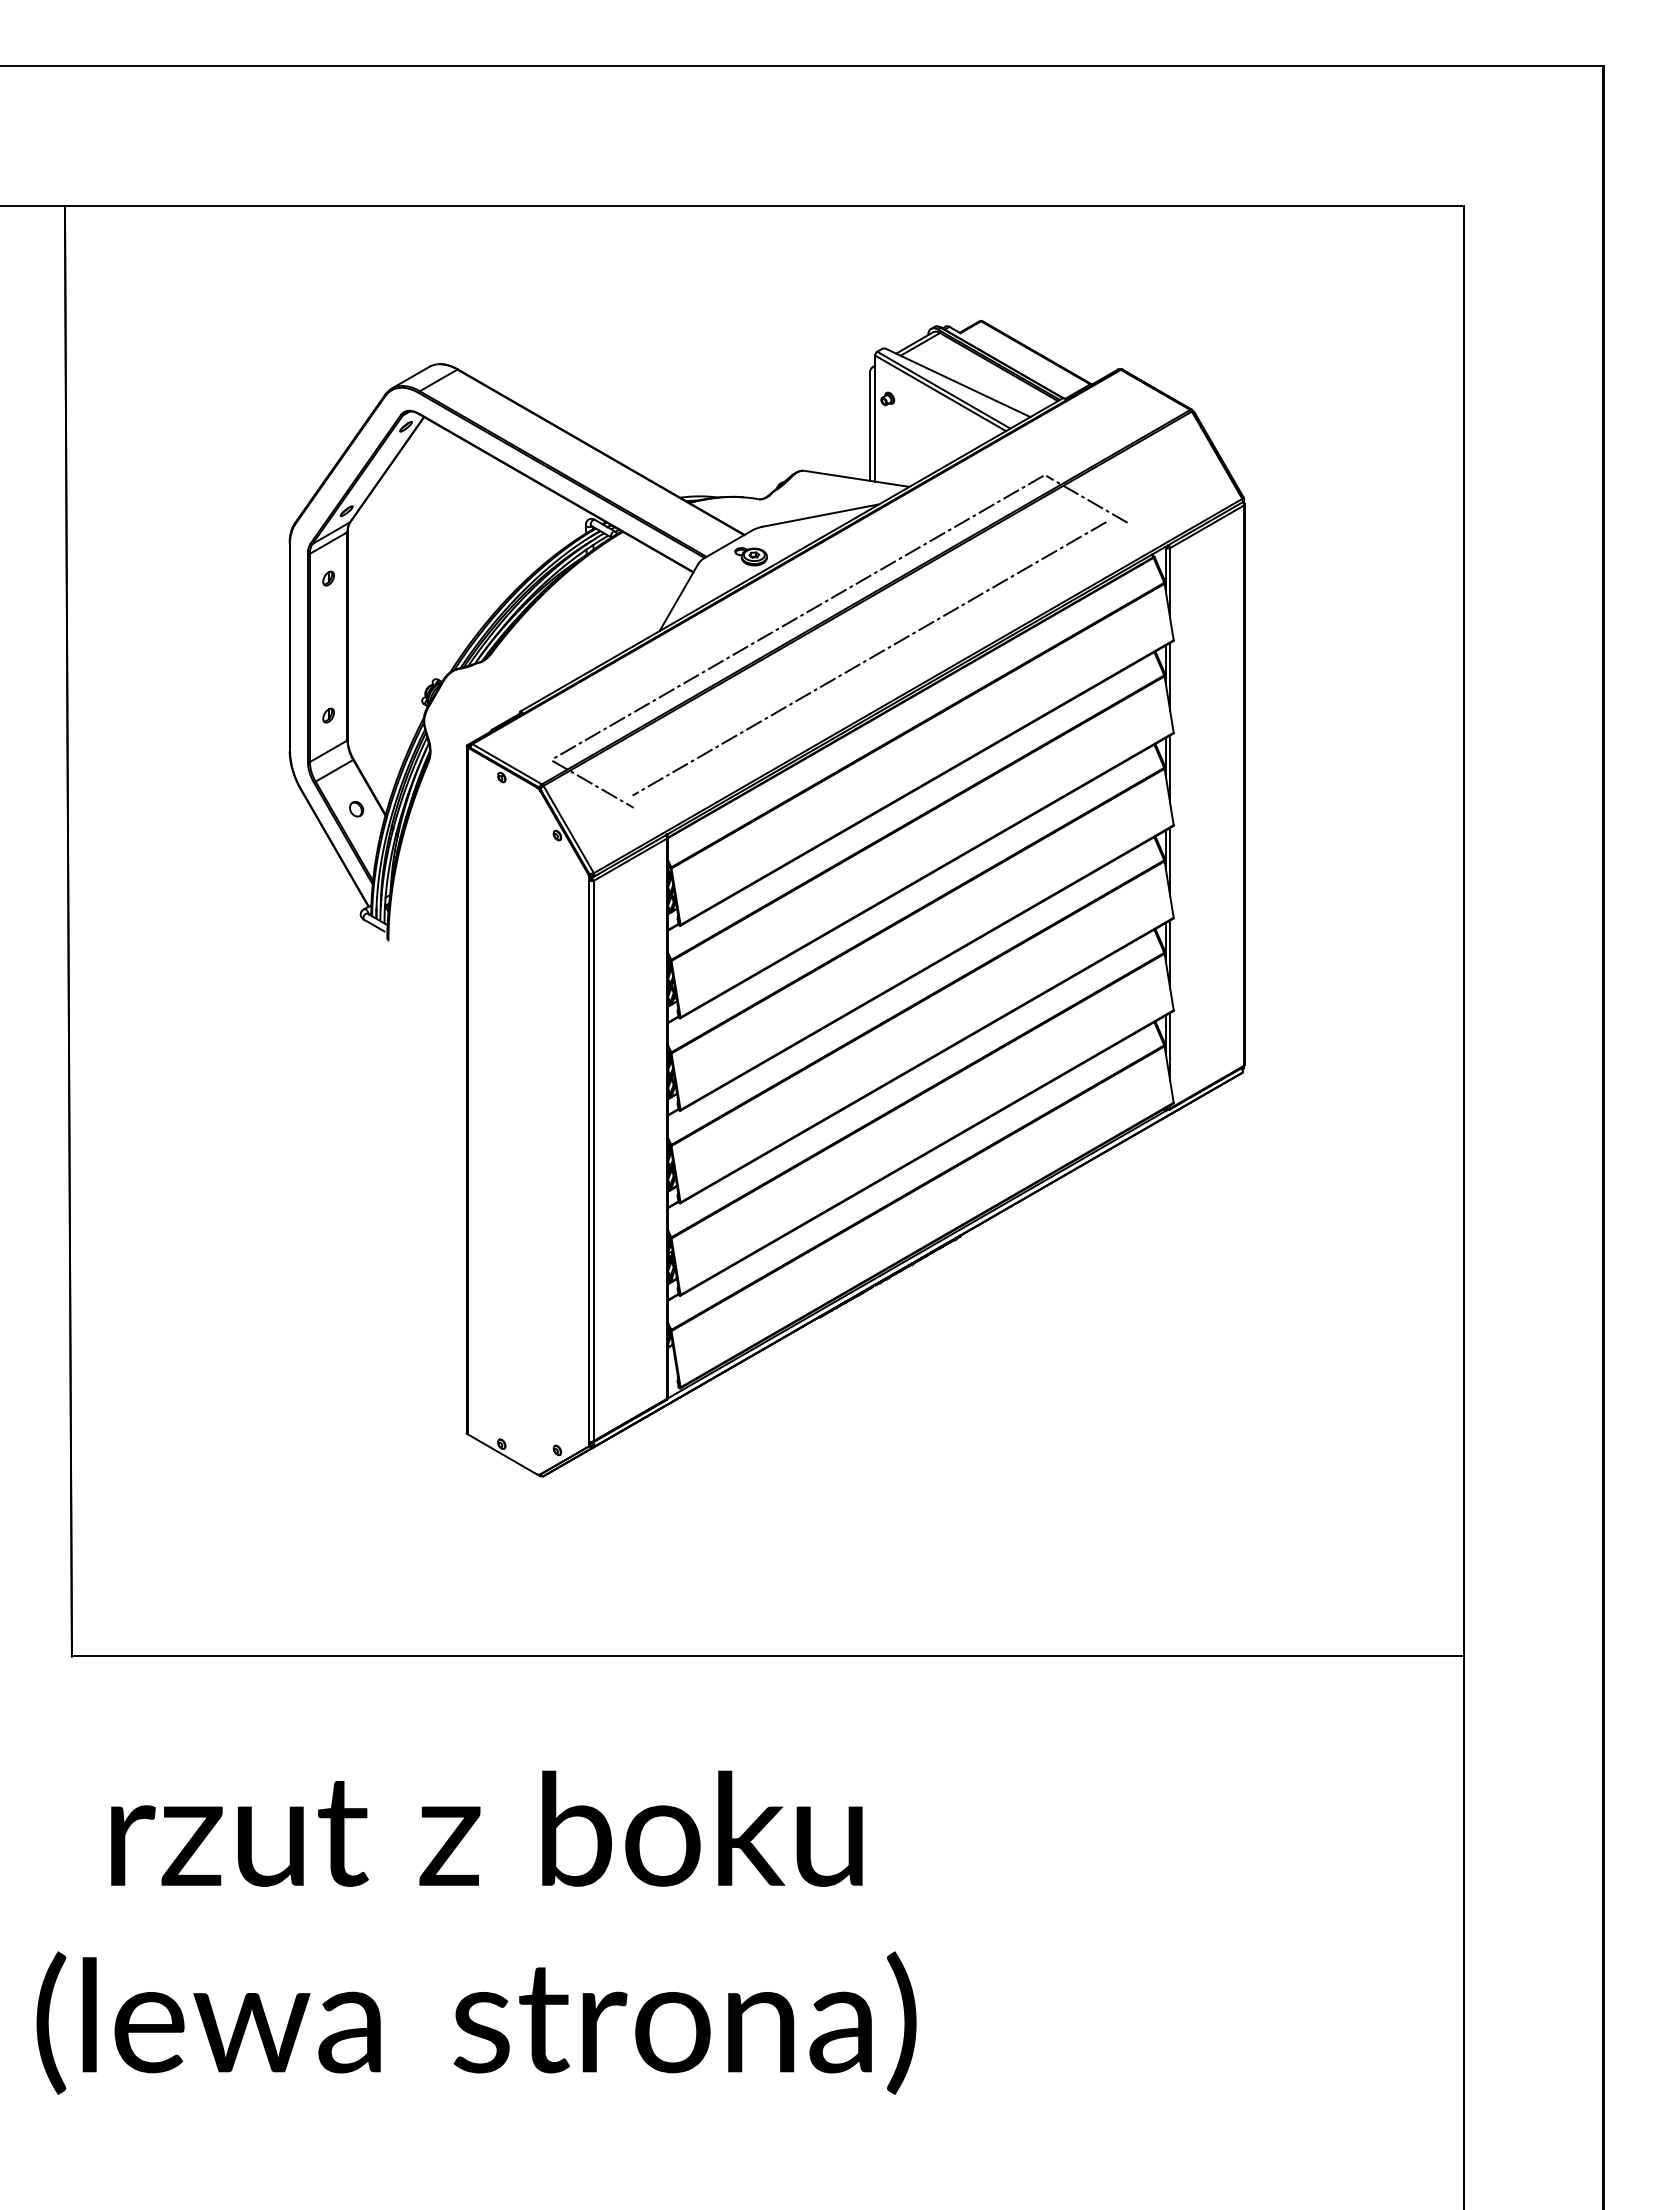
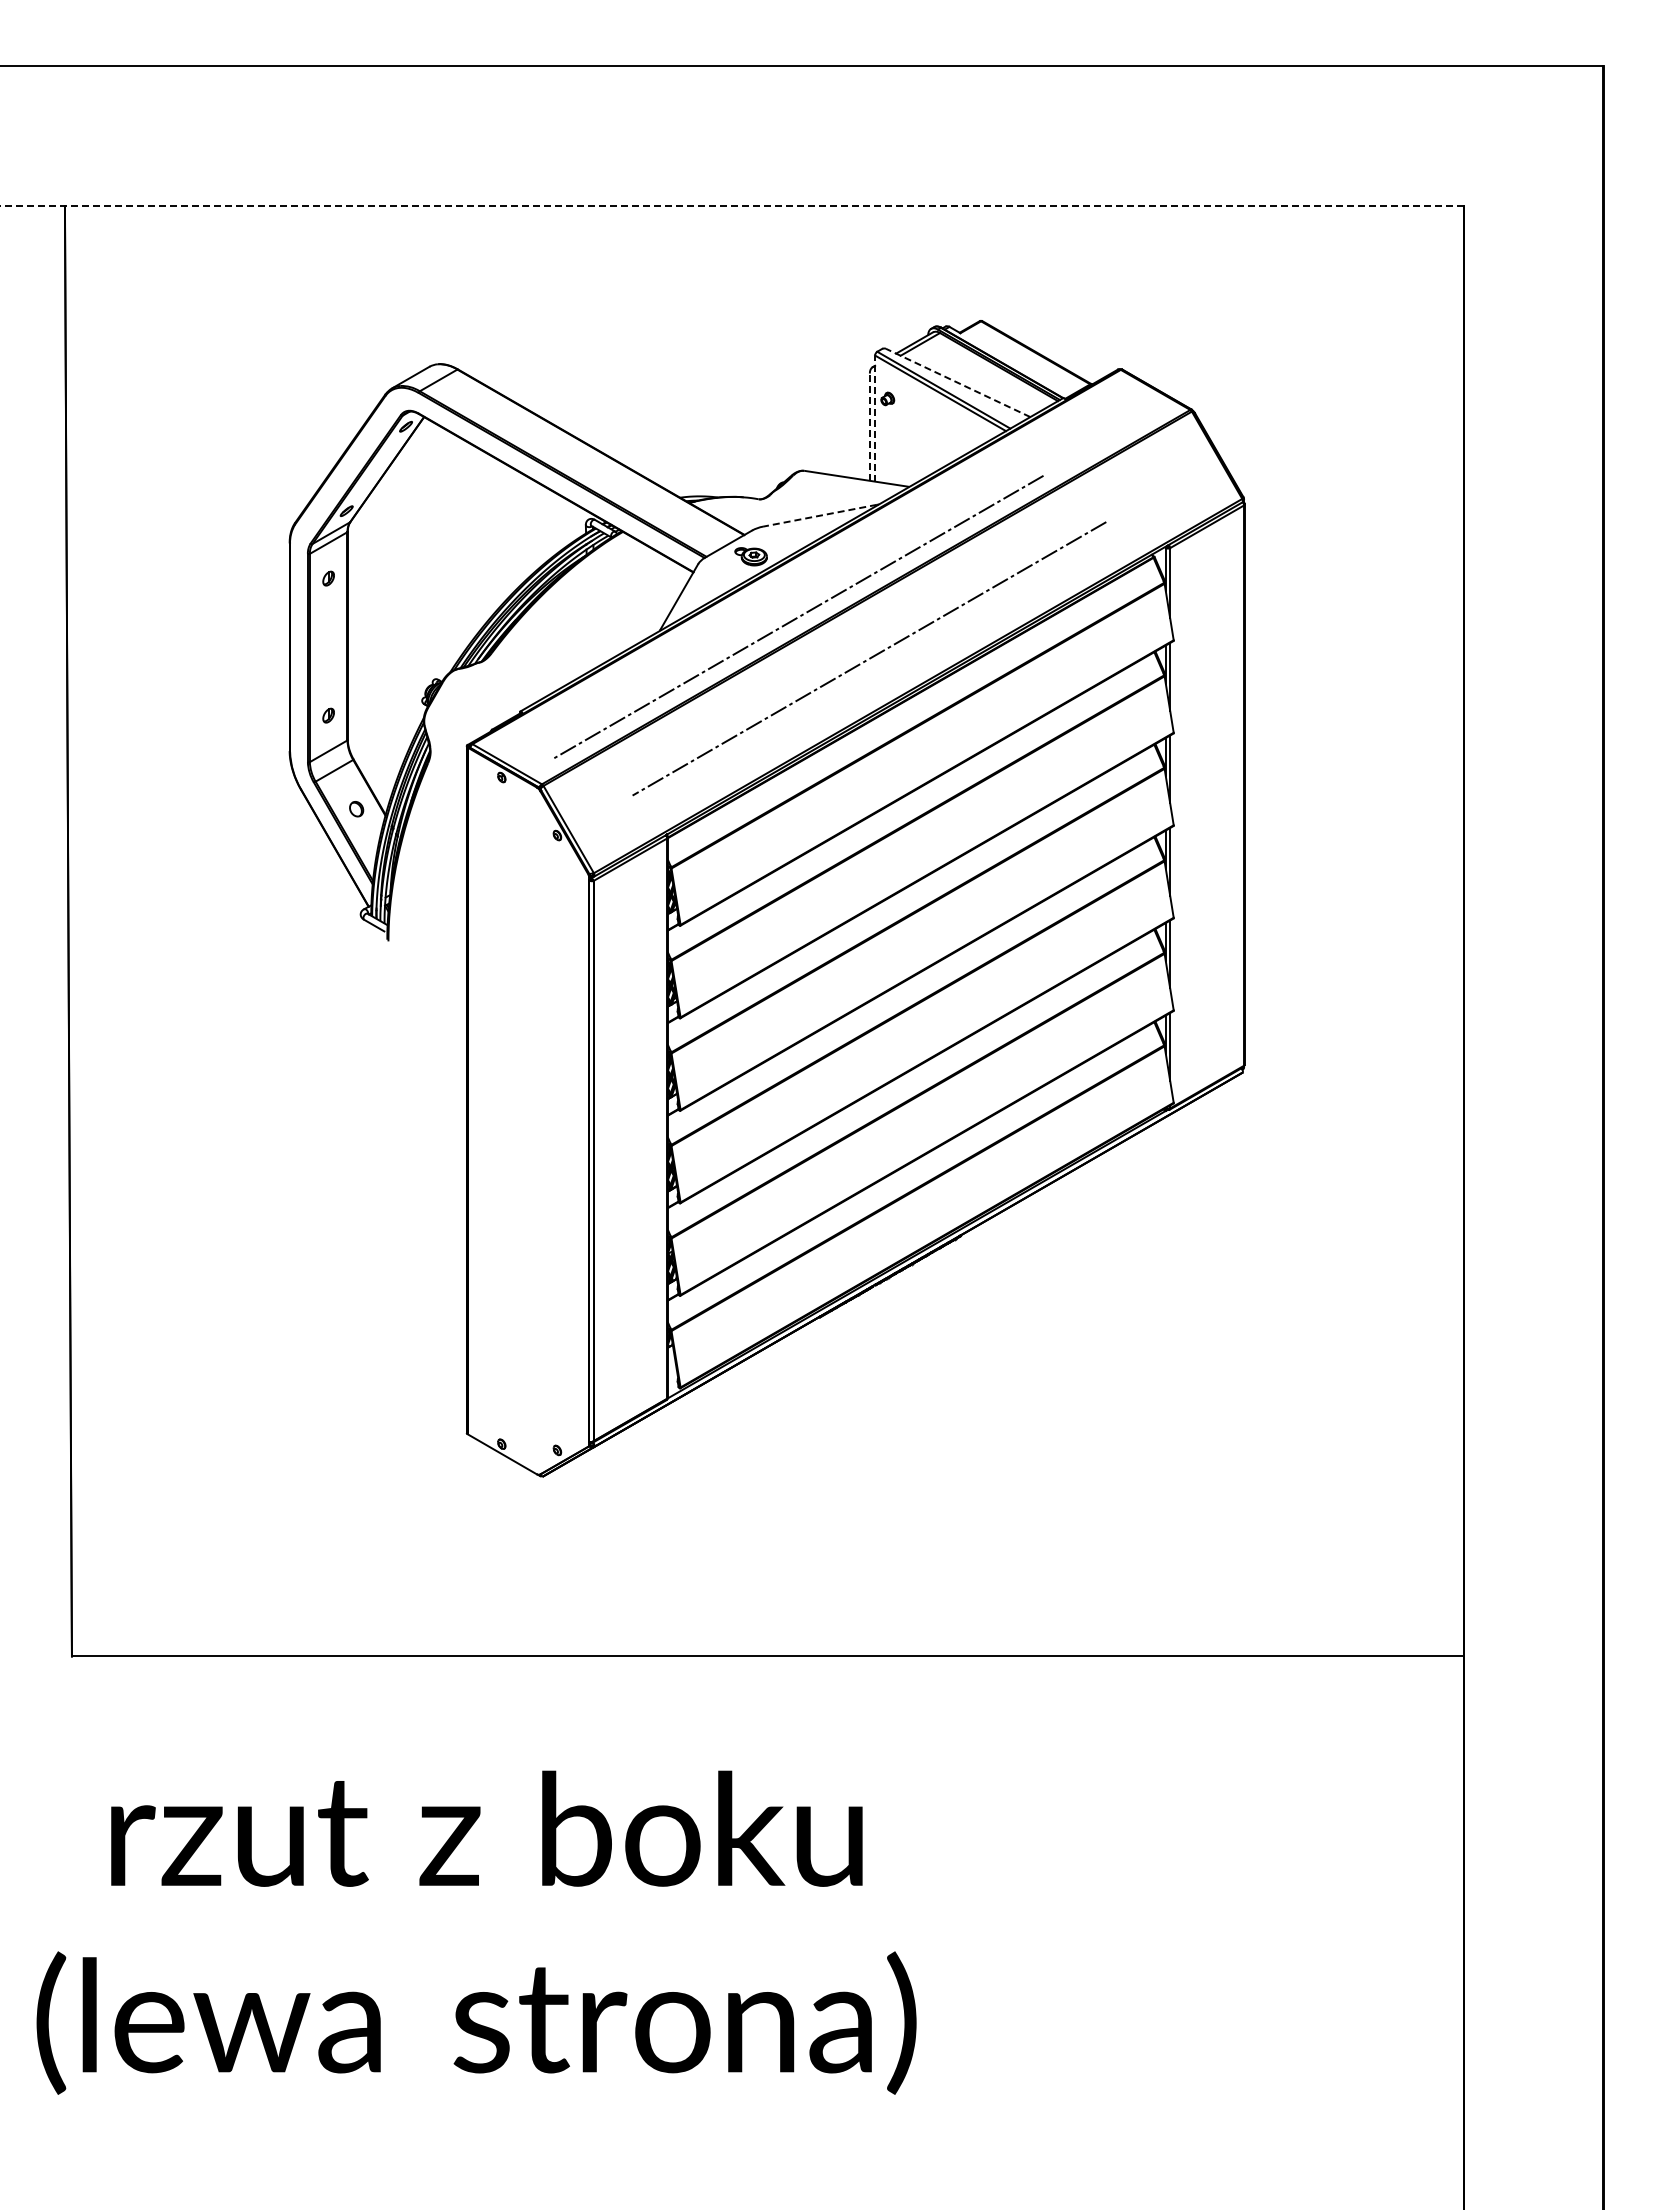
line at (731, 206): solid -> dashed
line at (958, 382): solid -> dashed
line at (875, 418): solid -> dashed
line at (869, 427): solid -> dashed
line at (1086, 498): present -> none
line at (820, 515): solid -> dashed
line at (592, 783): present -> none
